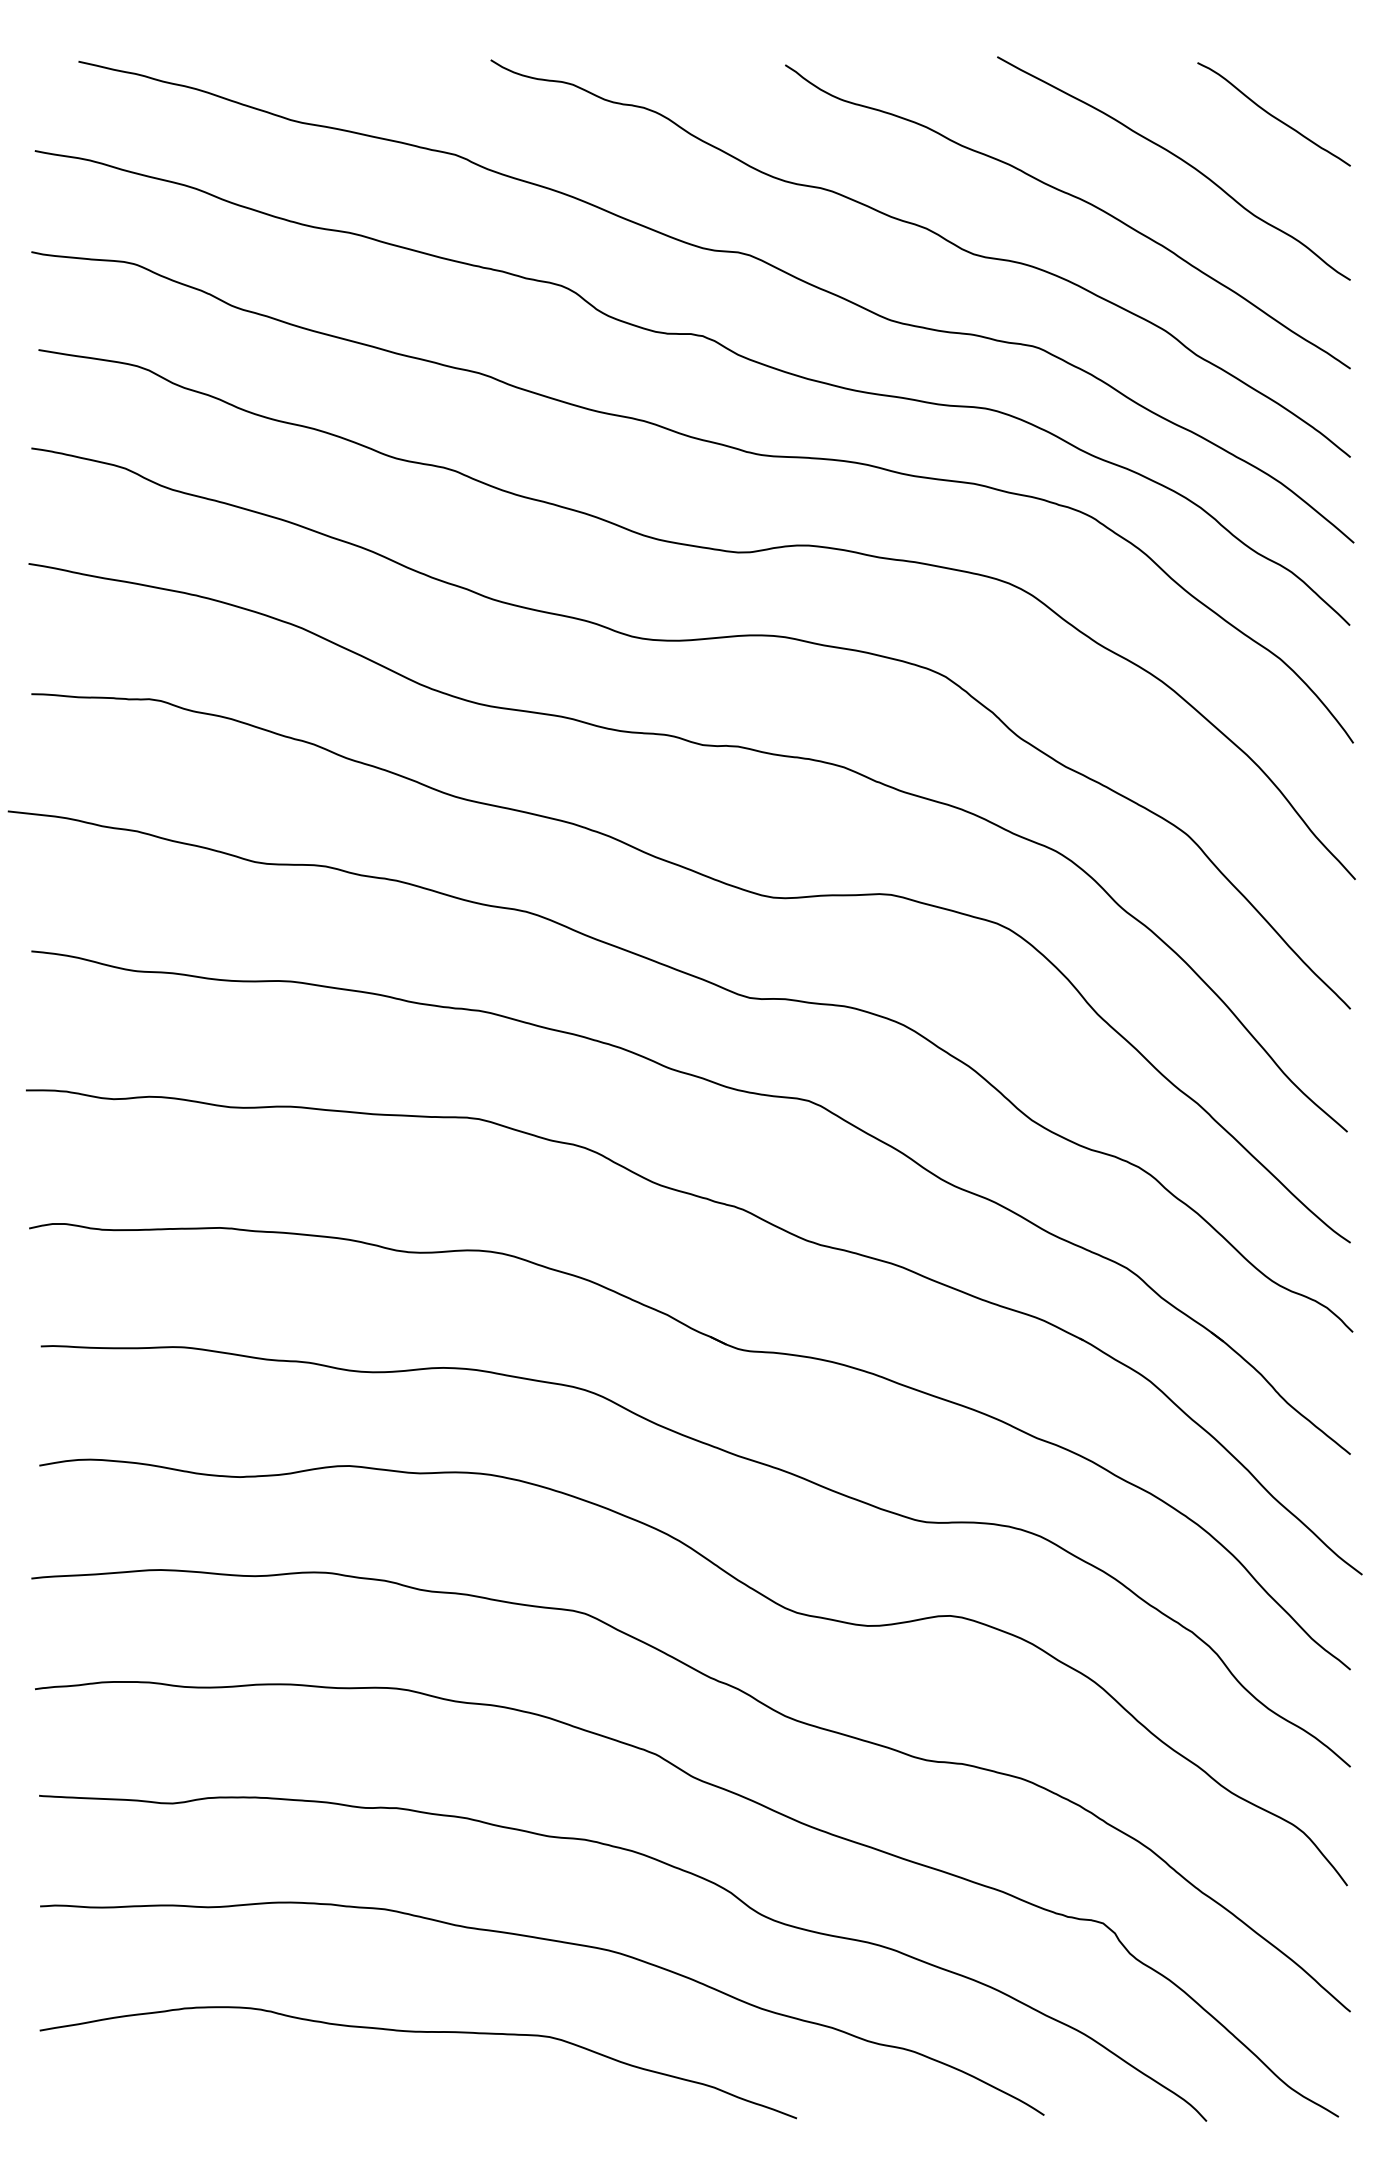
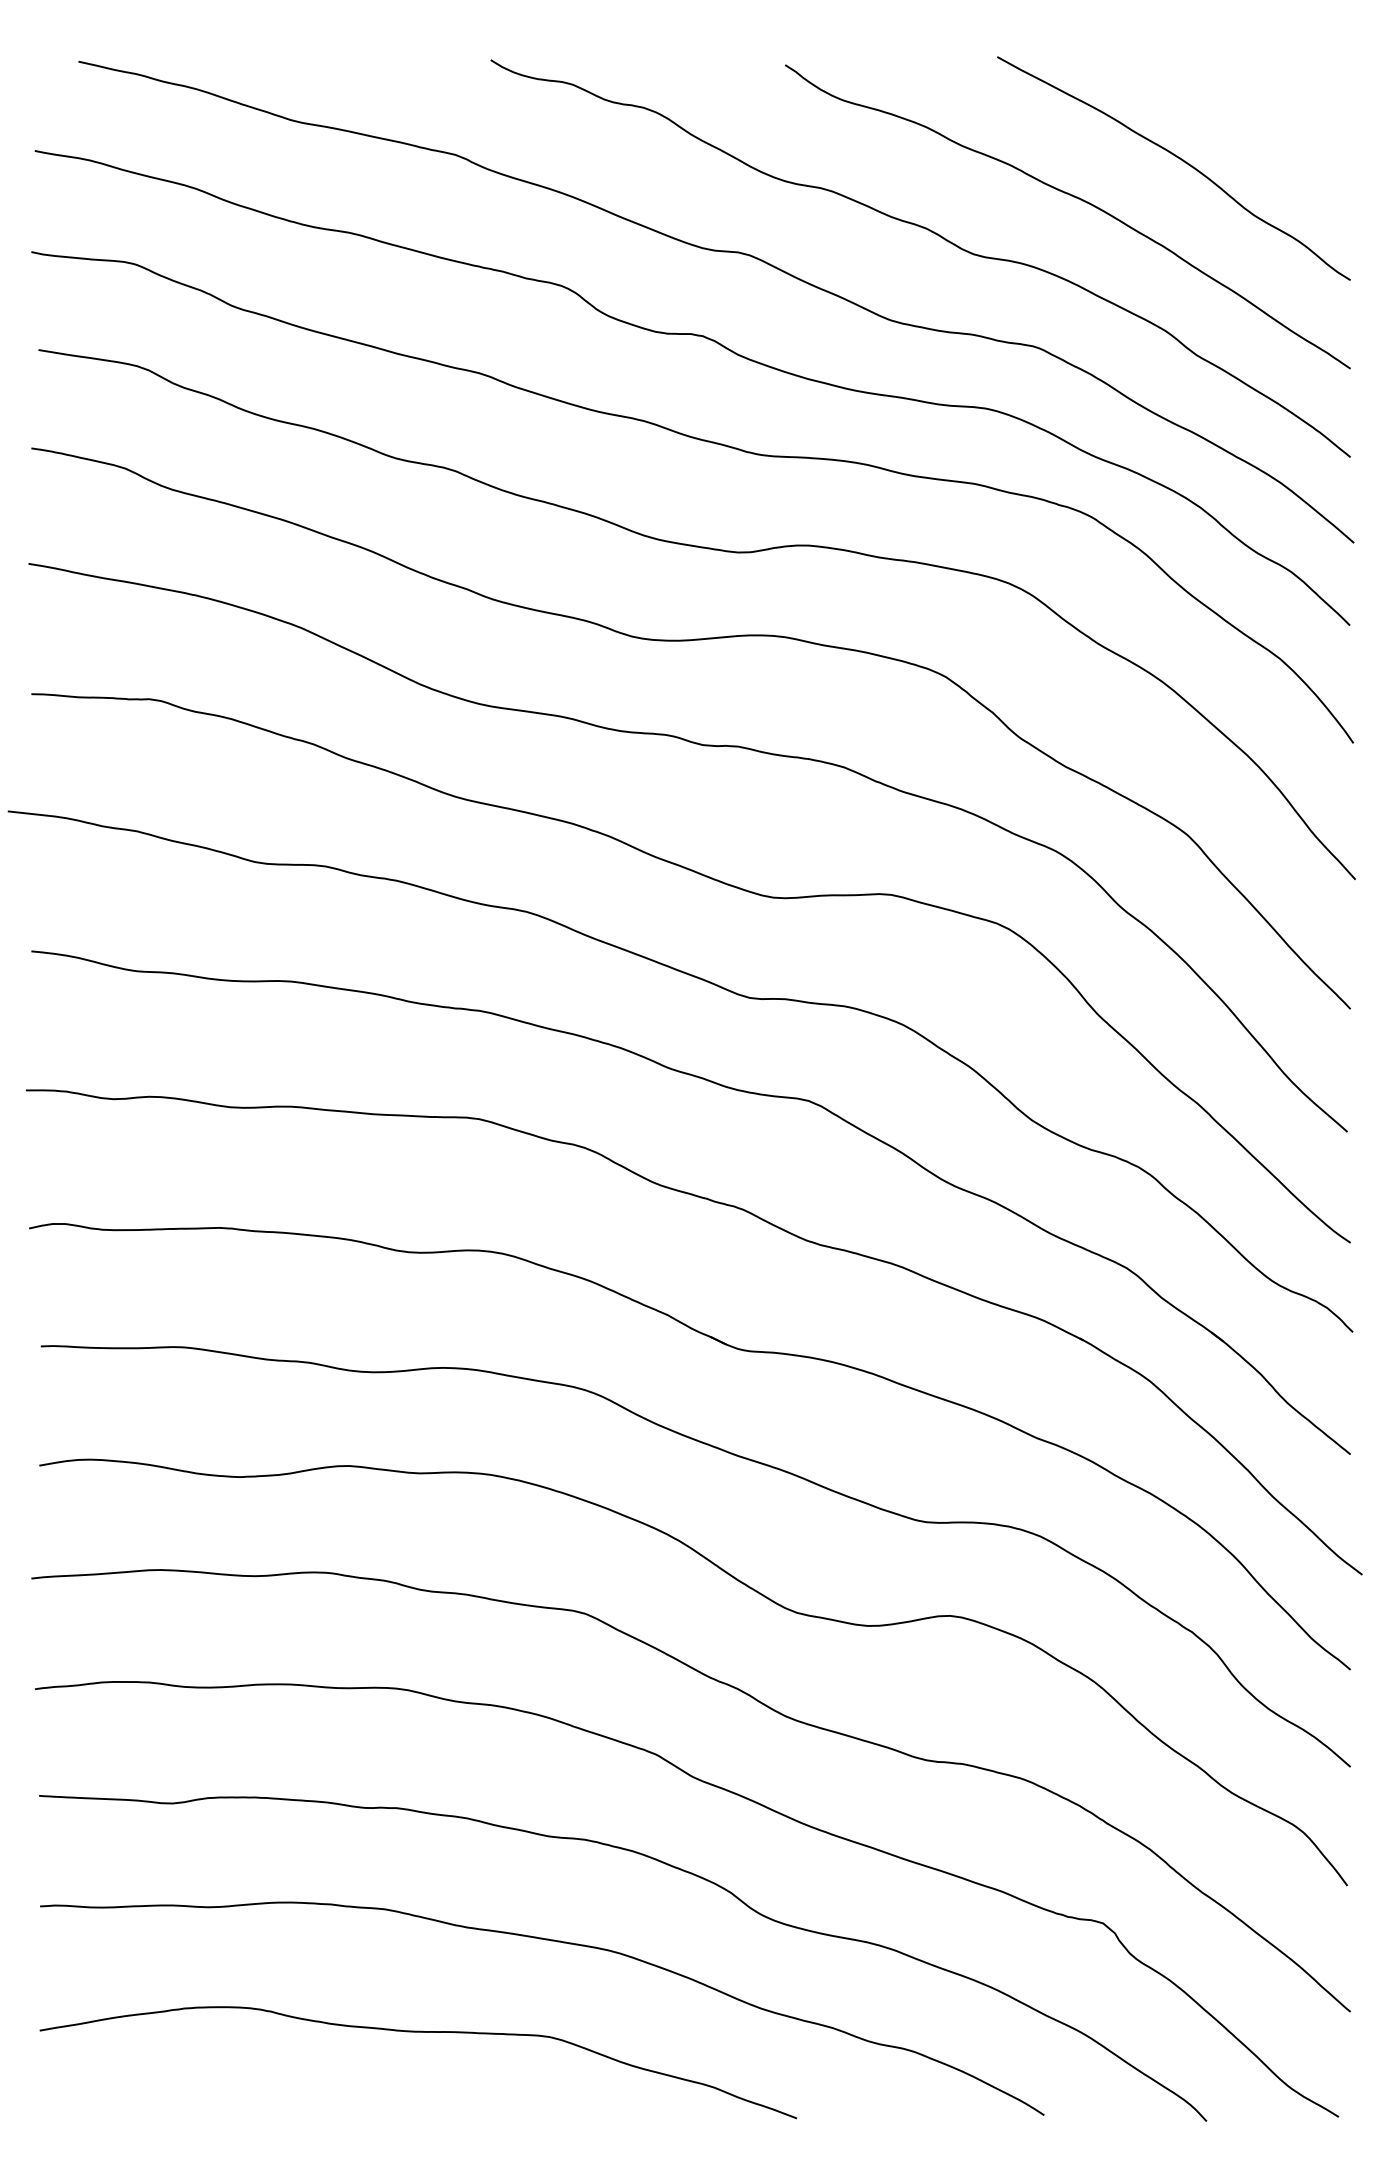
curve at (1272, 114): present -> none
